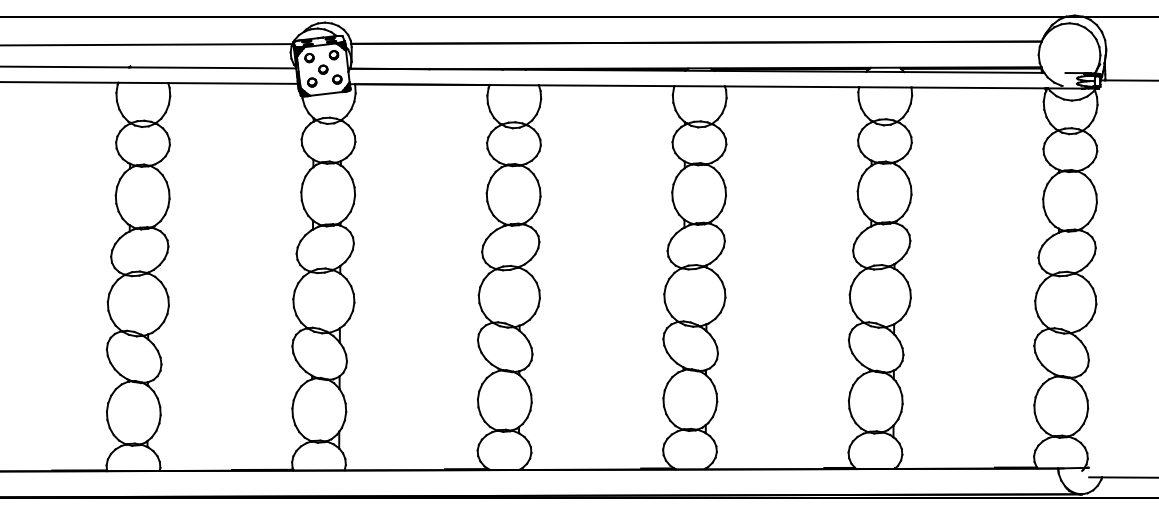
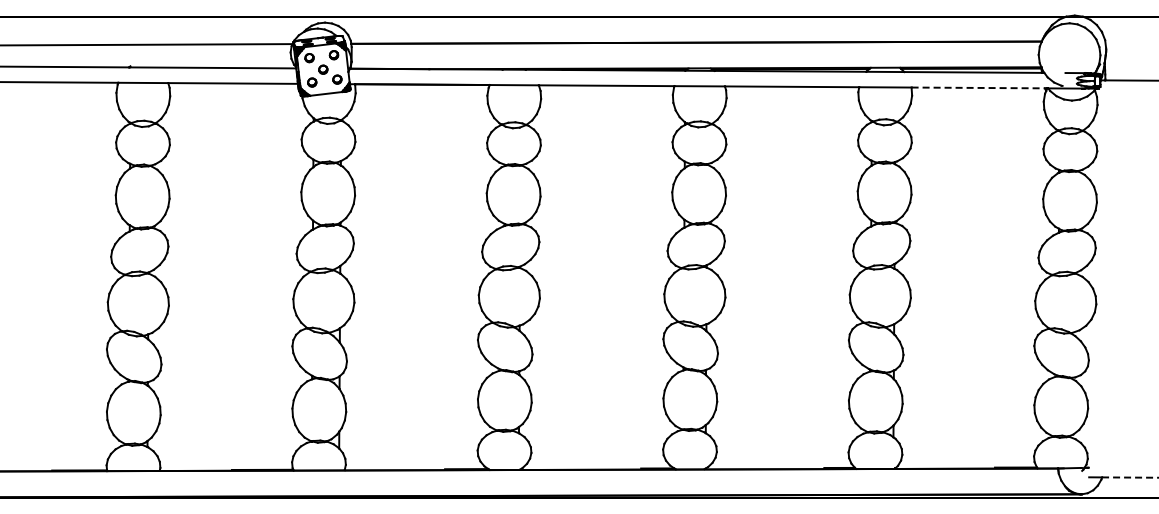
line at (978, 87): solid -> dashed
line at (1130, 477): solid -> dashed
